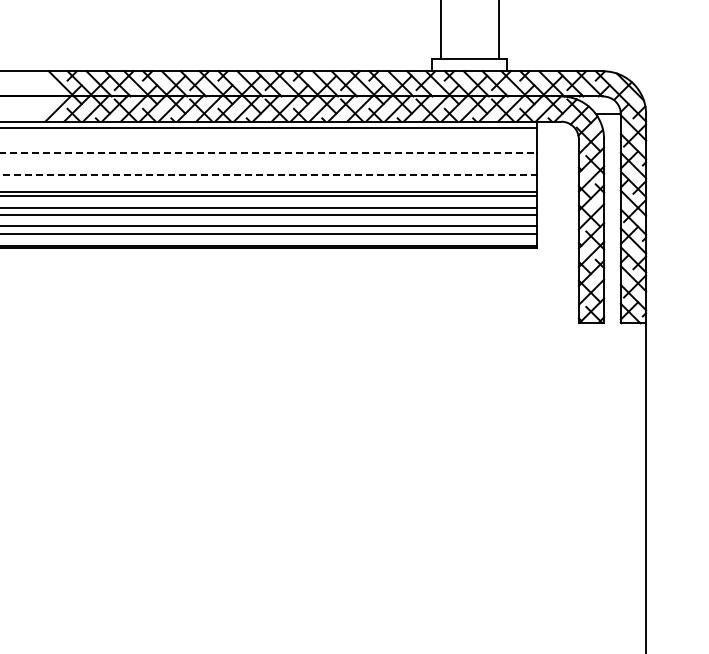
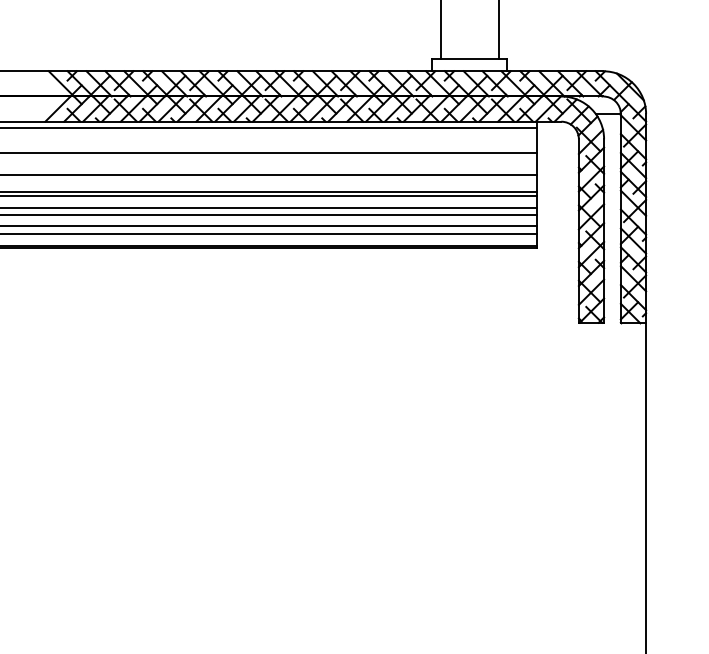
line at (268, 152): dashed -> solid
line at (268, 175): dashed -> solid
